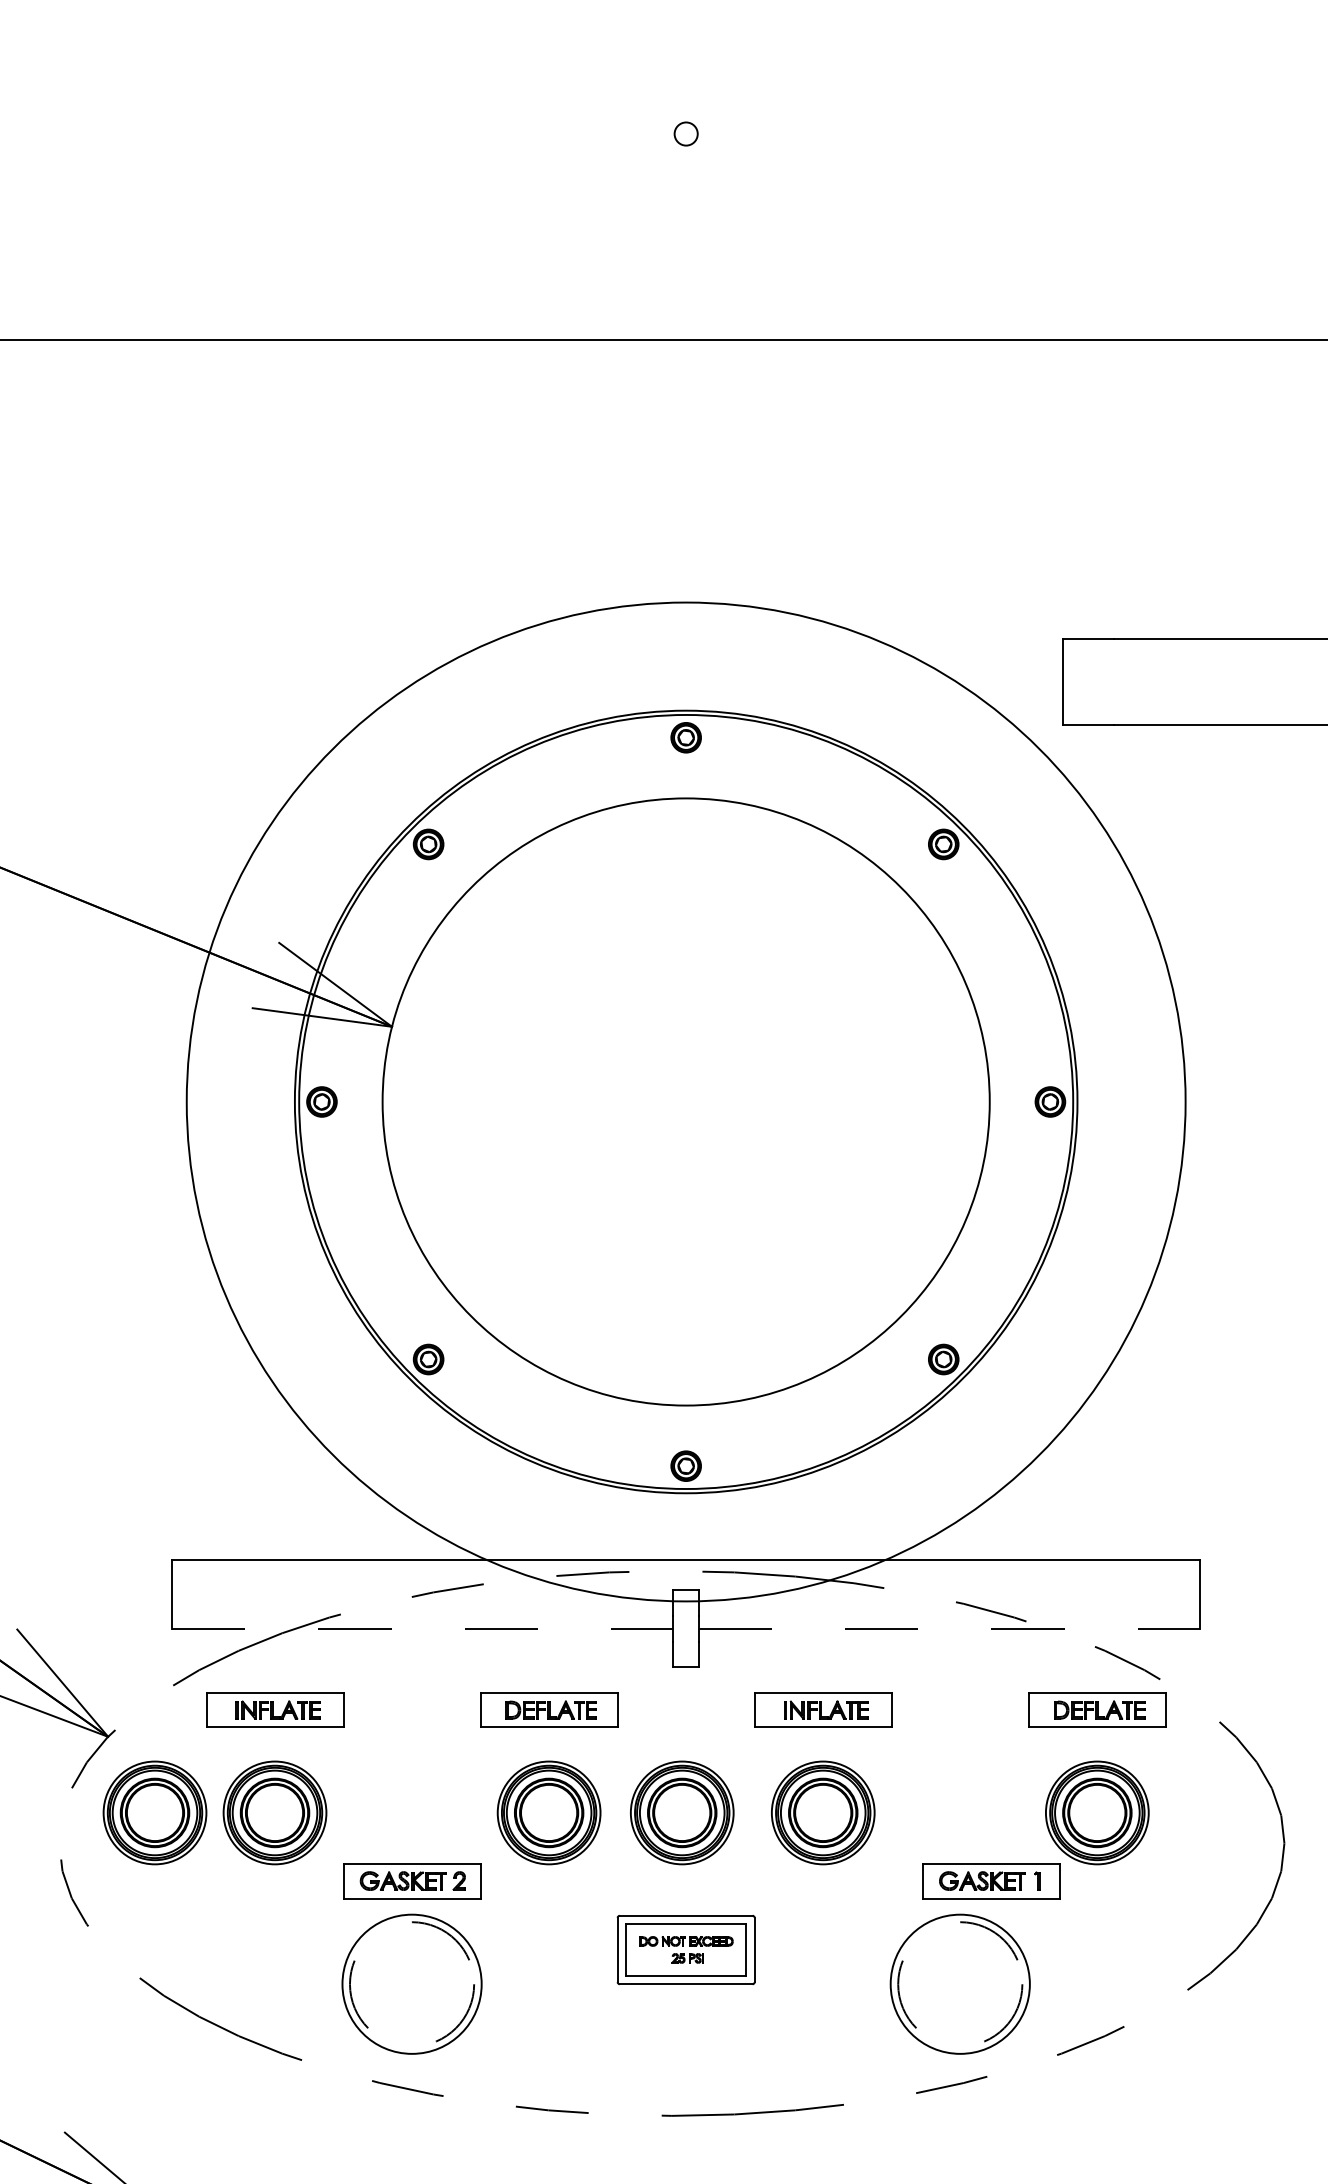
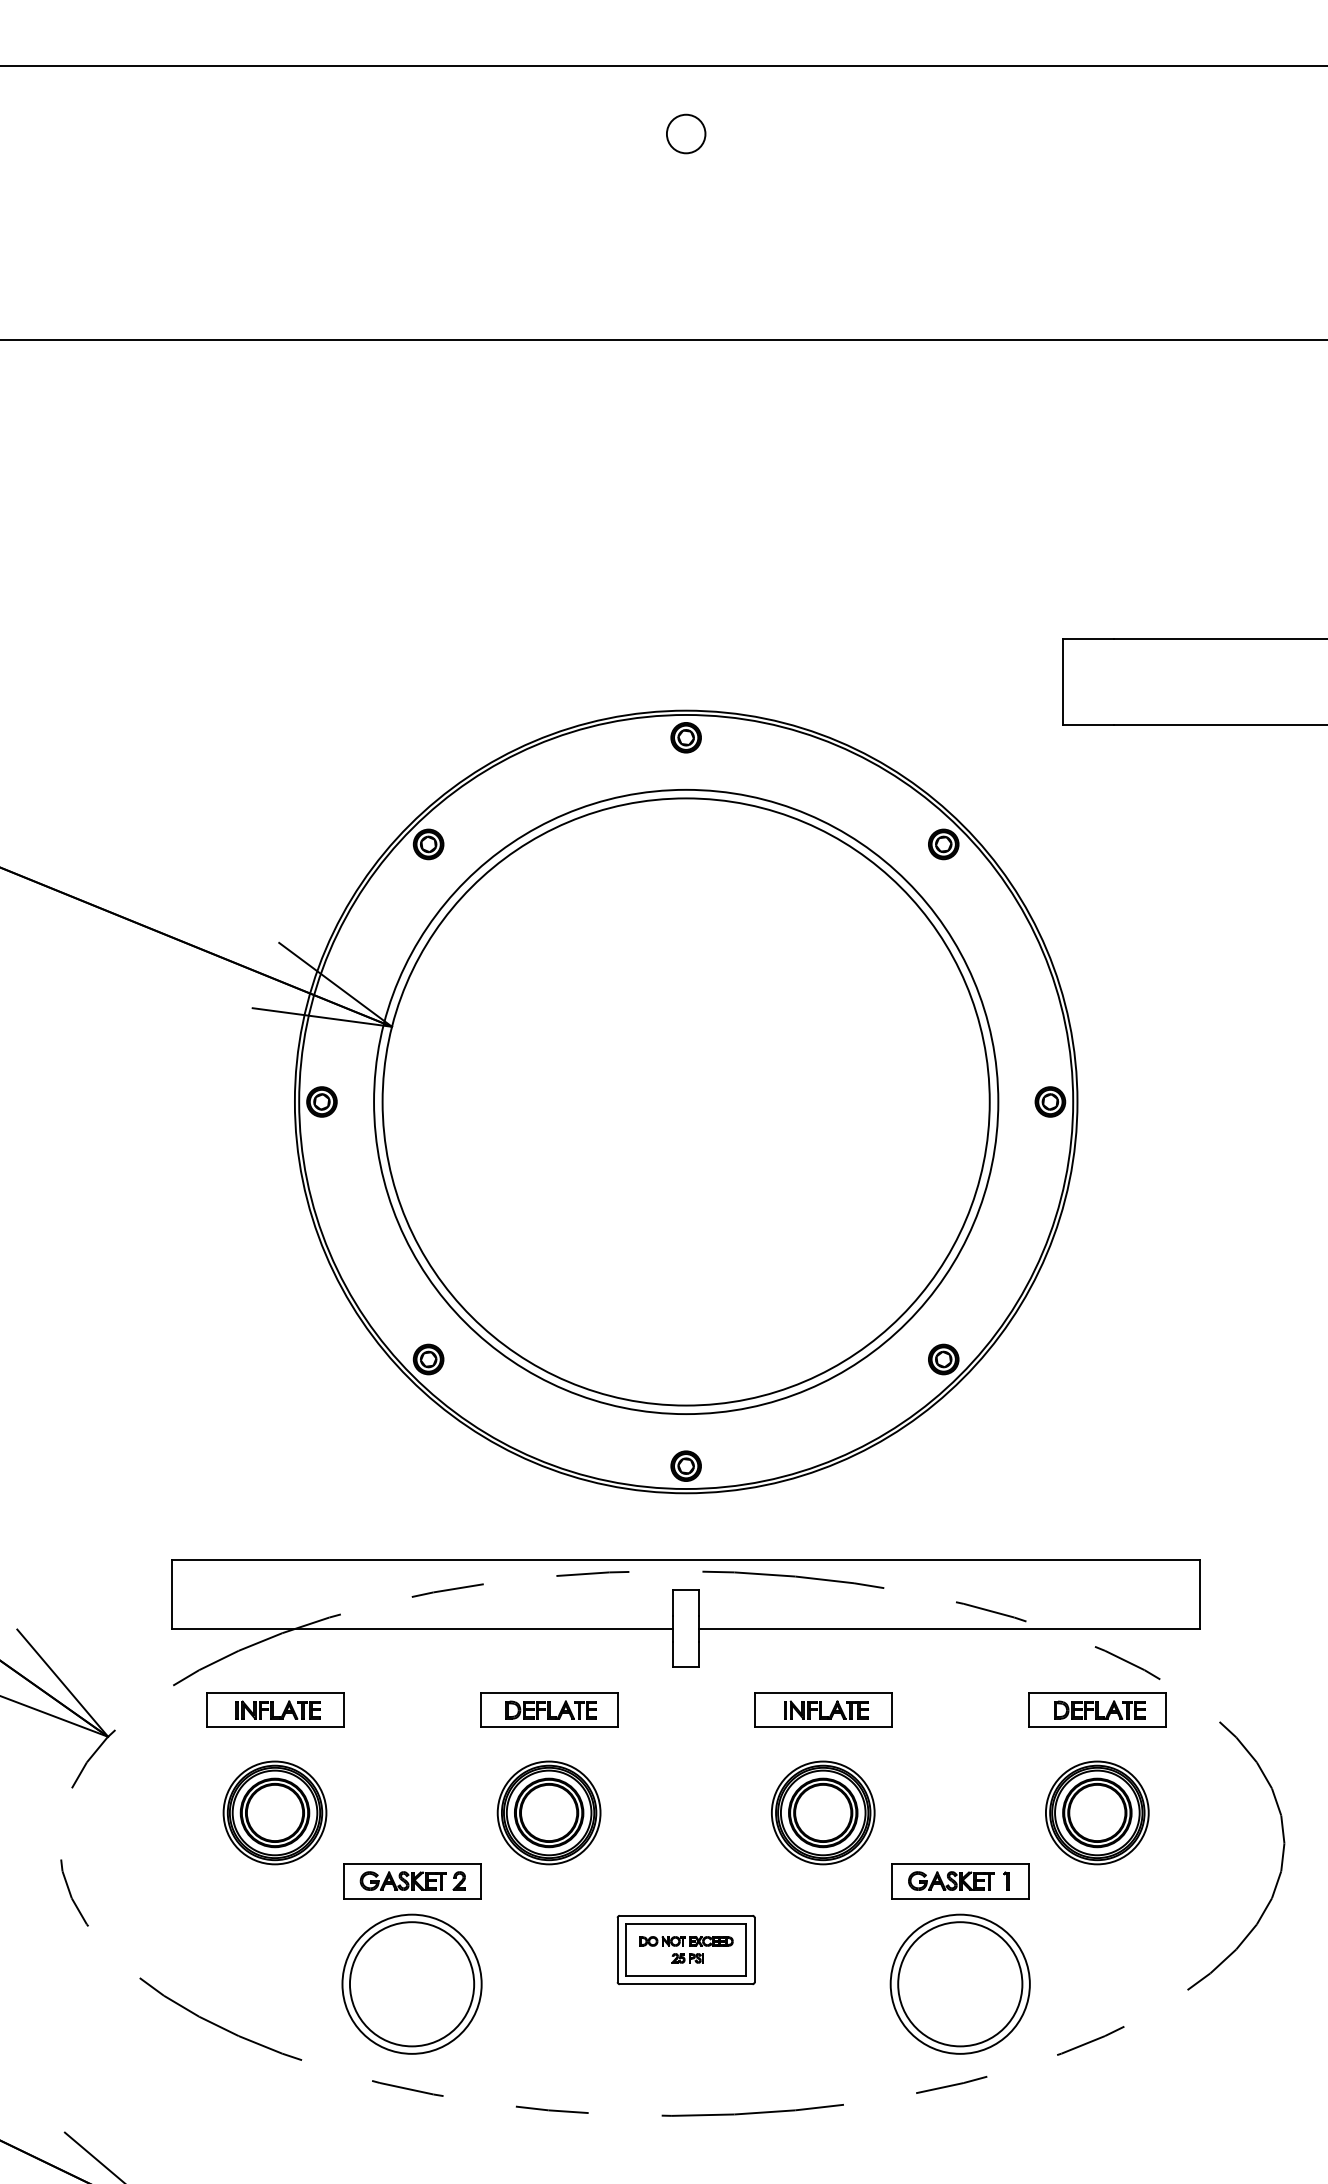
line at (663, 65): none -> present
circle at (685, 133) diameter: 23 px -> 39 px
circle at (685, 1101) diameter: 999 px -> 624 px
line at (422, 1628): dashed -> solid
line at (949, 1628): dashed -> solid
part at (154, 1812): present -> none
part at (682, 1812): present -> none
part at (991, 1881) position: (991, 1881) -> (960, 1881)
circle at (411, 1984): dashed -> solid
circle at (960, 1984): dashed -> solid
